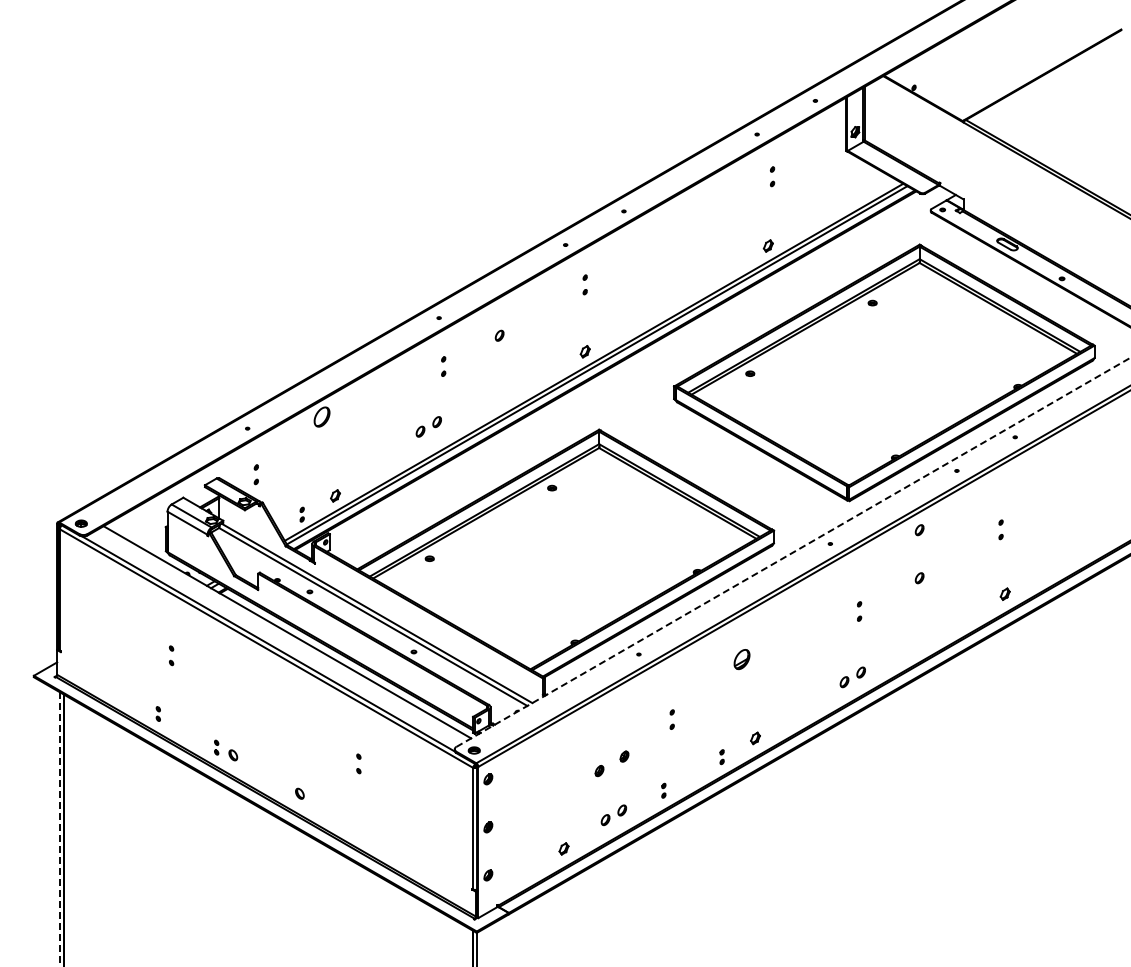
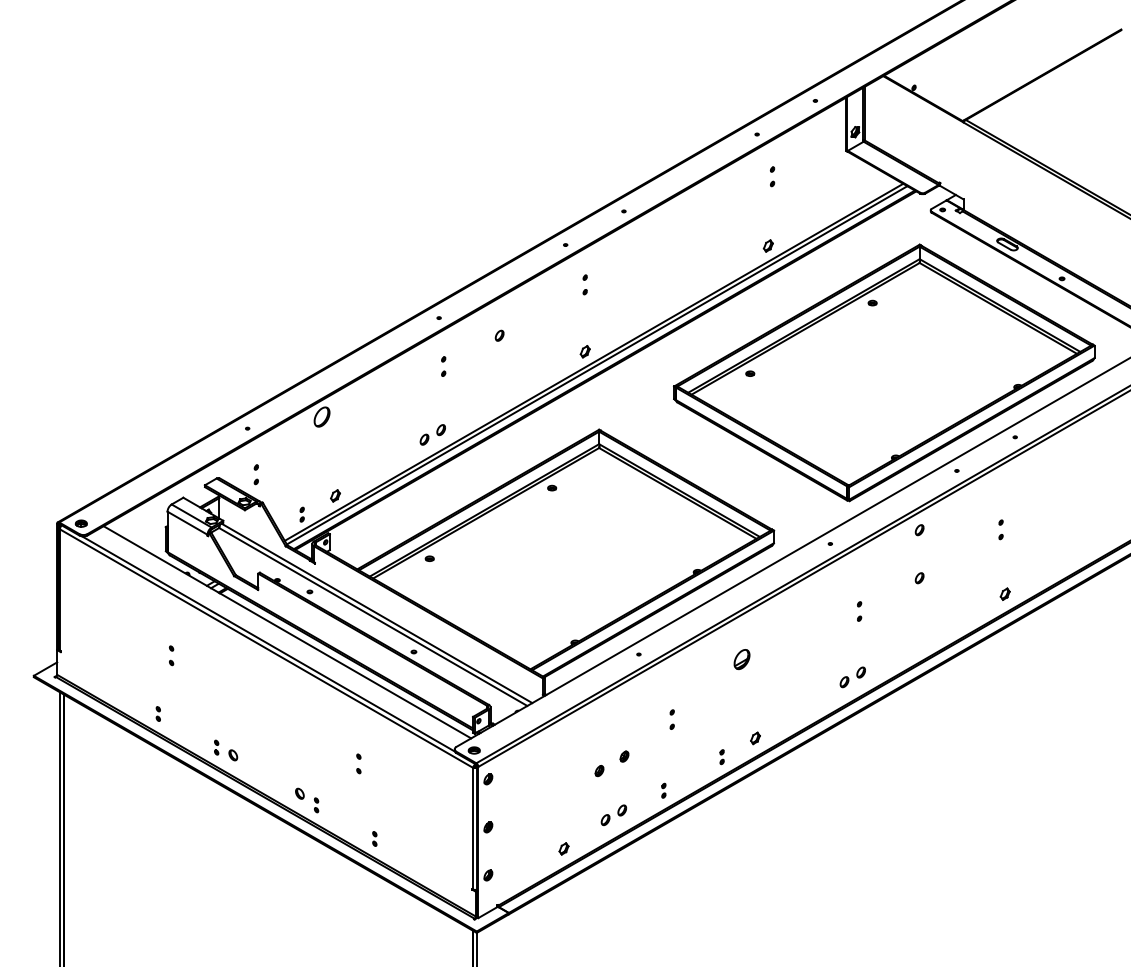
part at (428, 426) position: (428, 426) -> (432, 434)
line at (794, 552): dashed -> solid
part at (316, 805): none -> present
line at (59, 829): dashed -> solid
part at (374, 838): none -> present
